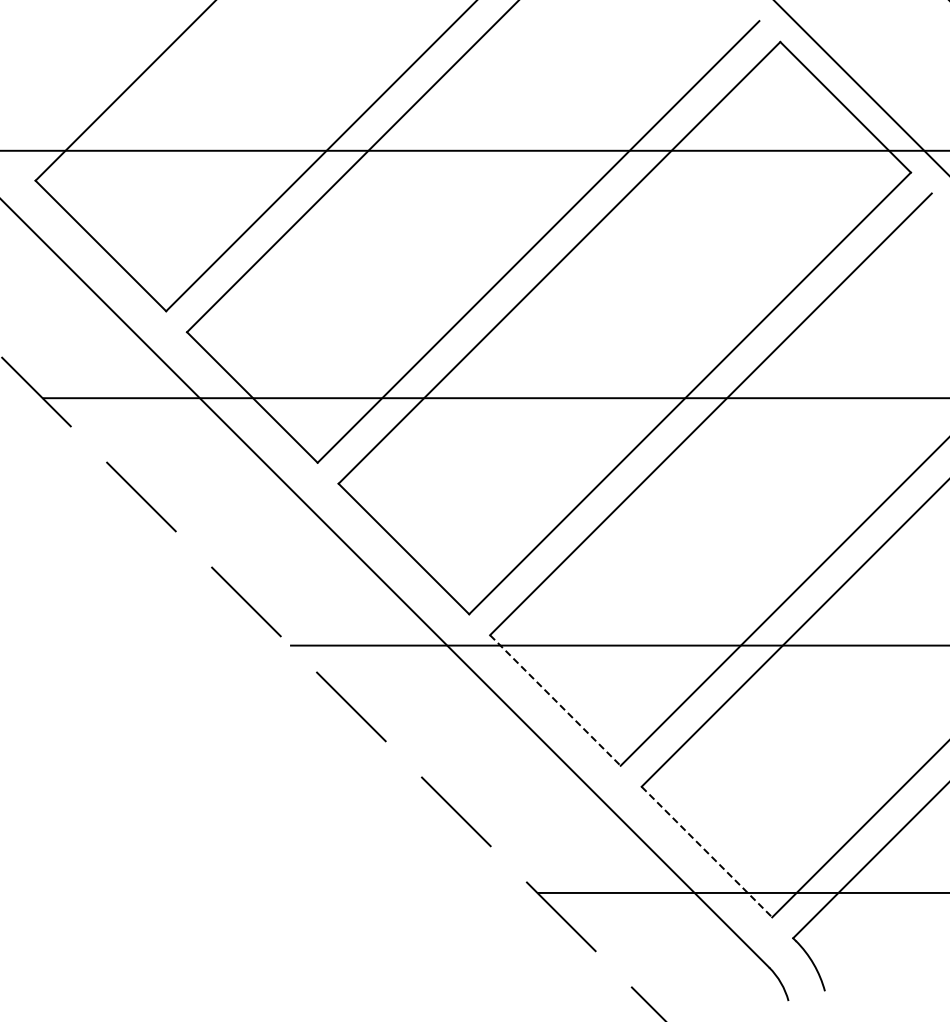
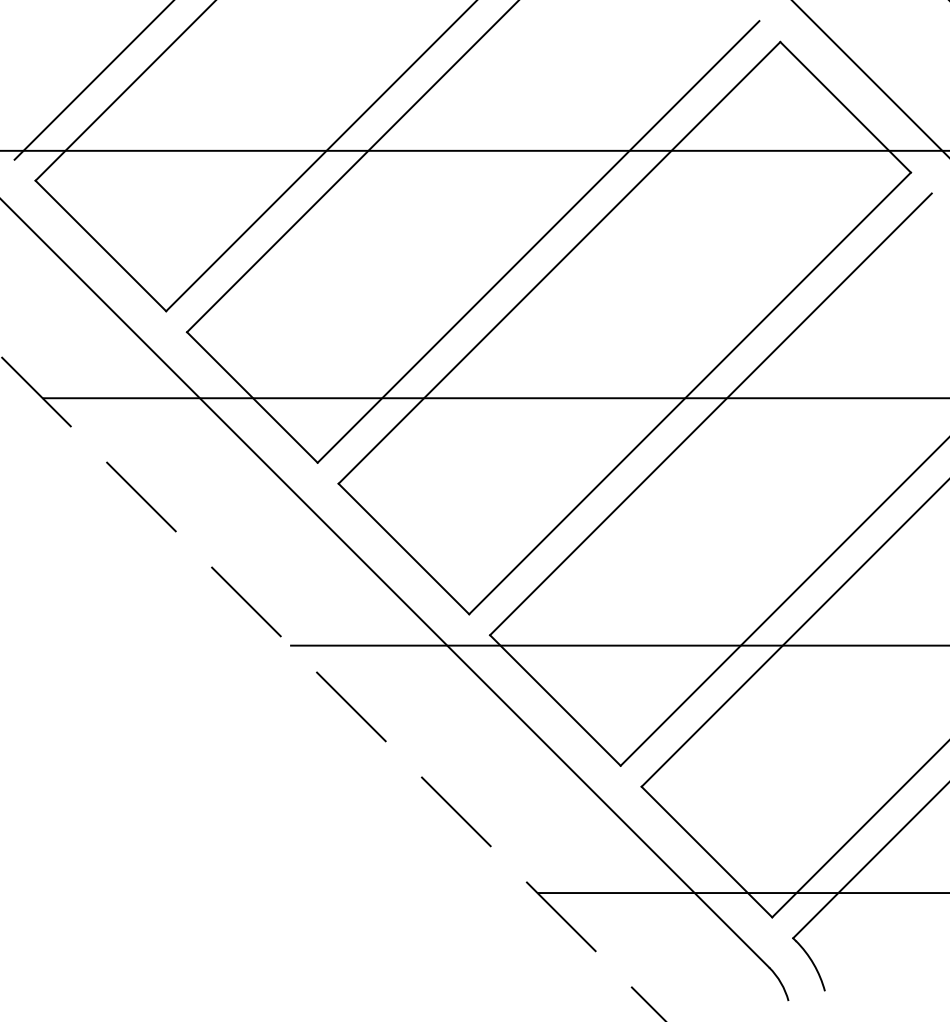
line at (92, 80): none -> present
line at (861, 87) position: (861, 87) -> (869, 78)
line at (555, 700): dashed -> solid
line at (707, 852): dashed -> solid
